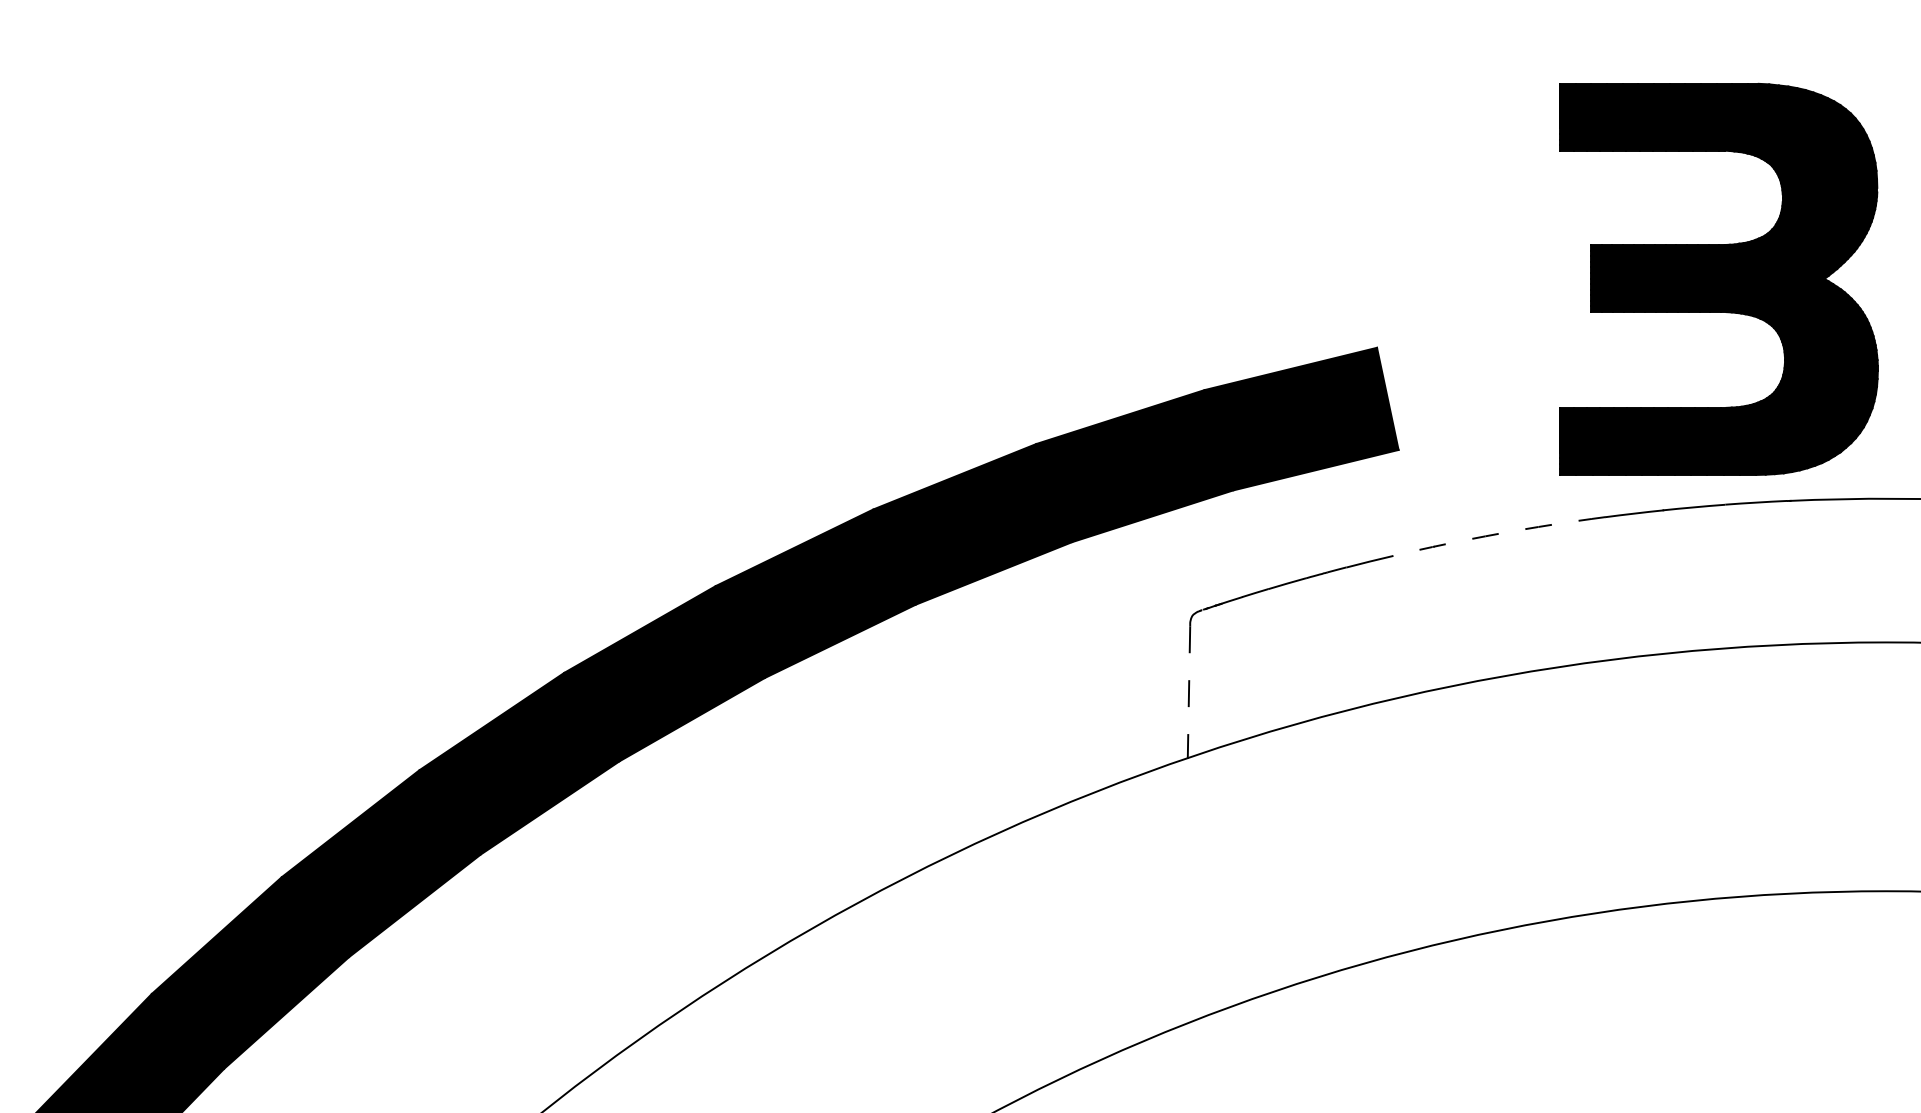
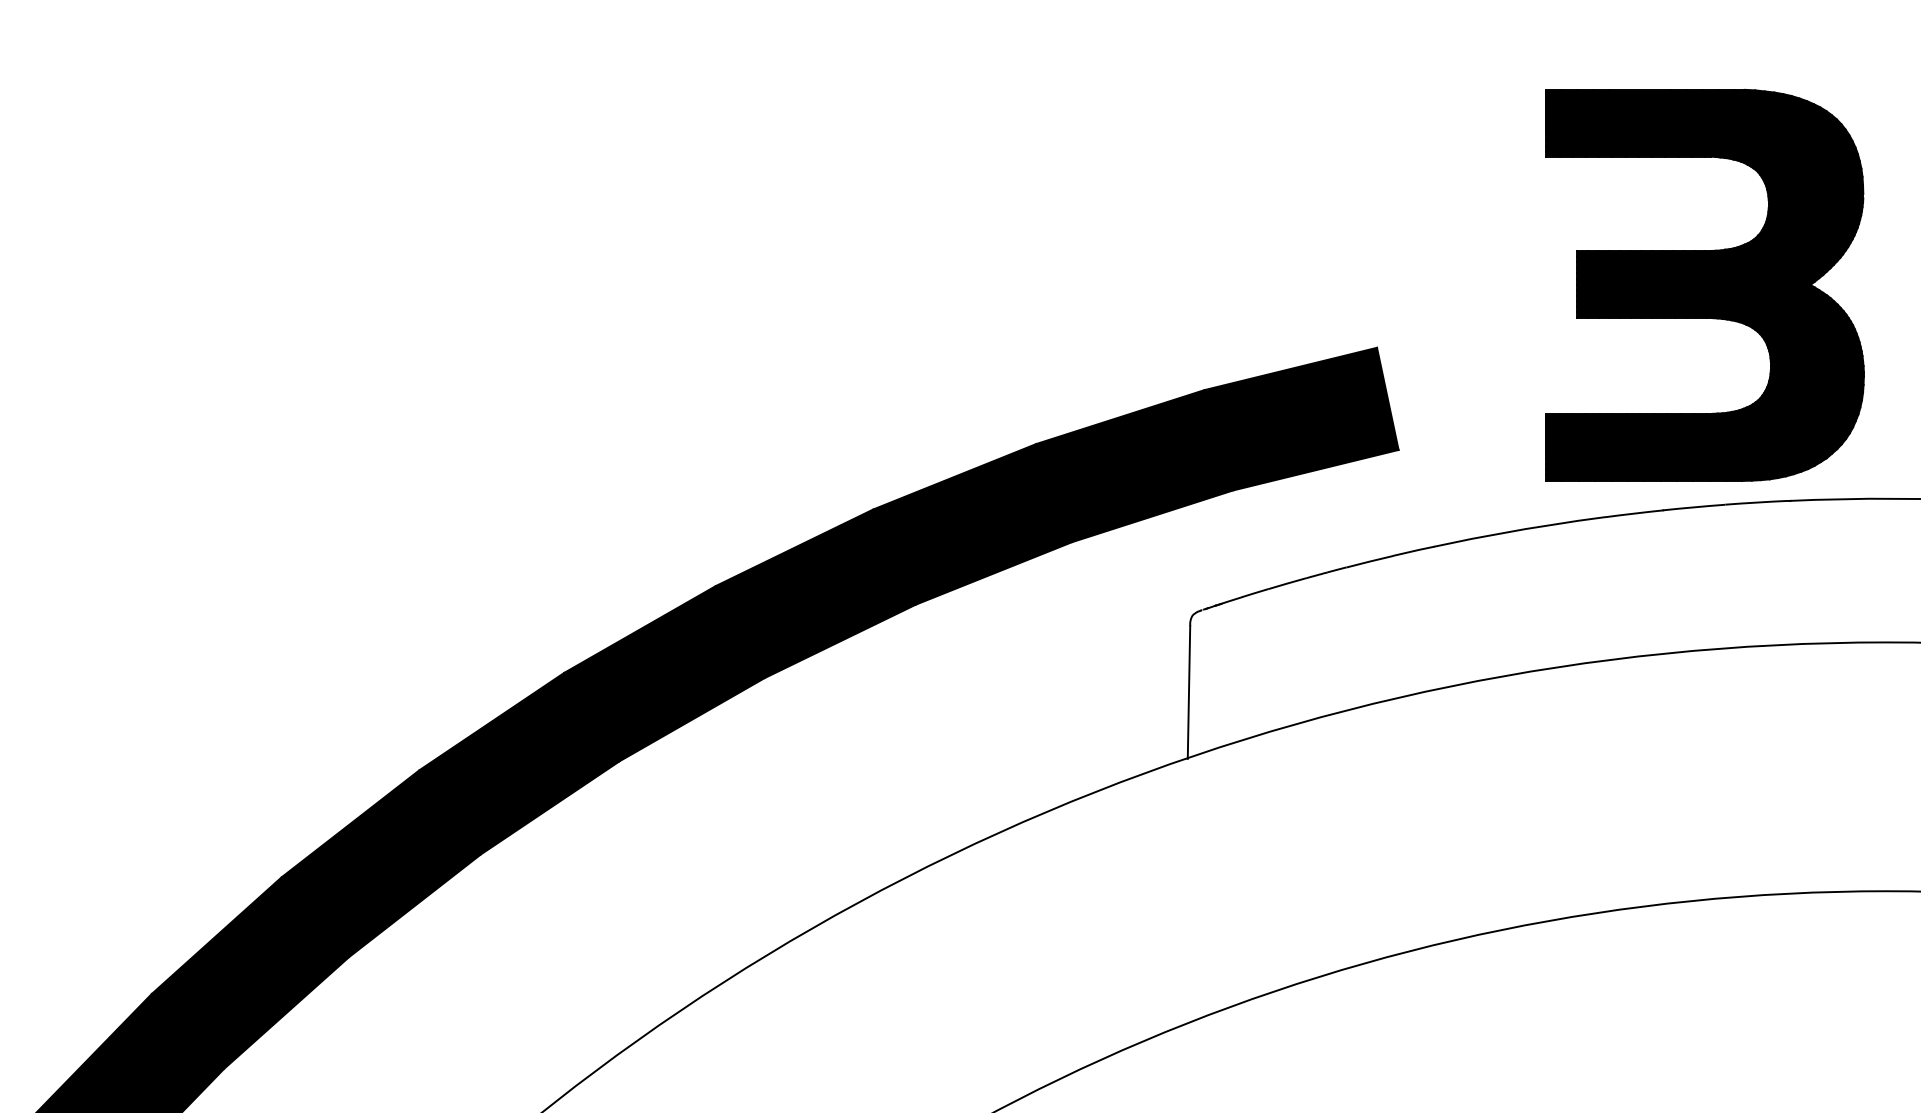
part at (1718, 278) position: (1718, 278) -> (1704, 284)
arc at (1498, 533): dashed -> solid
line at (1188, 693): dashed -> solid
